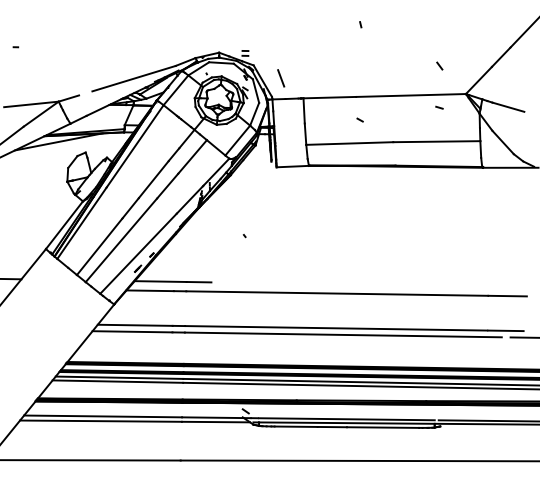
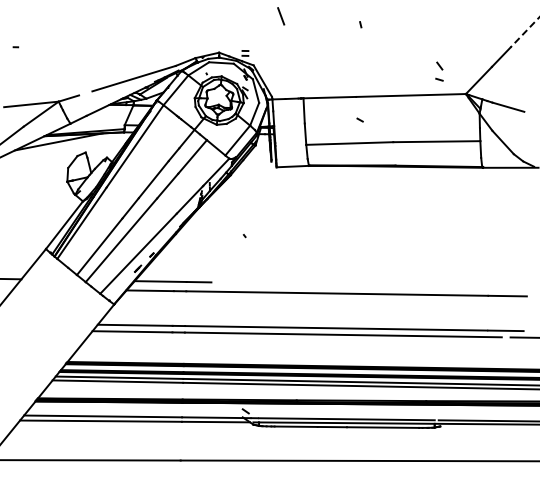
line at (524, 32): solid -> dashed
line at (281, 78) position: (281, 78) -> (281, 16)
line at (439, 107) position: (439, 107) -> (439, 79)
